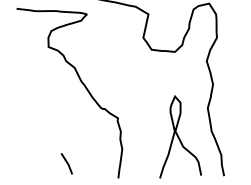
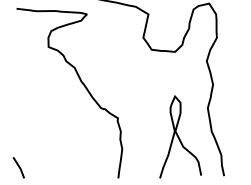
line at (66, 163) position: (66, 163) -> (18, 167)
